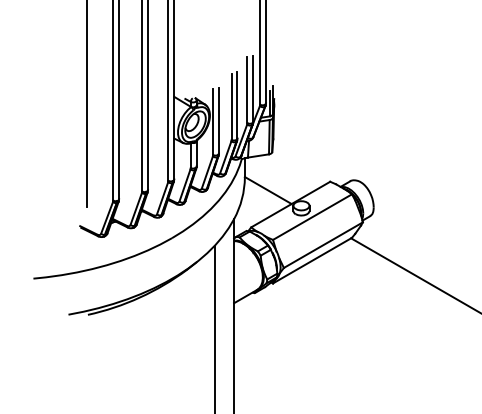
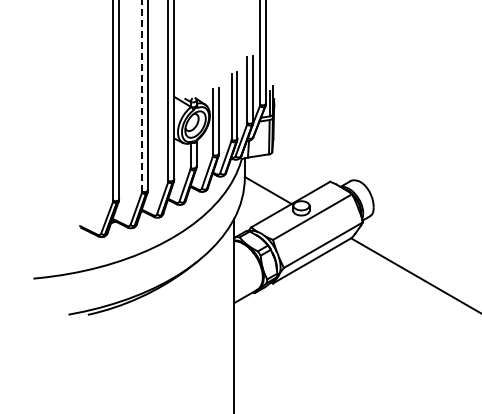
line at (142, 95): solid -> dashed
line at (87, 104): present -> none
line at (214, 327): present -> none
